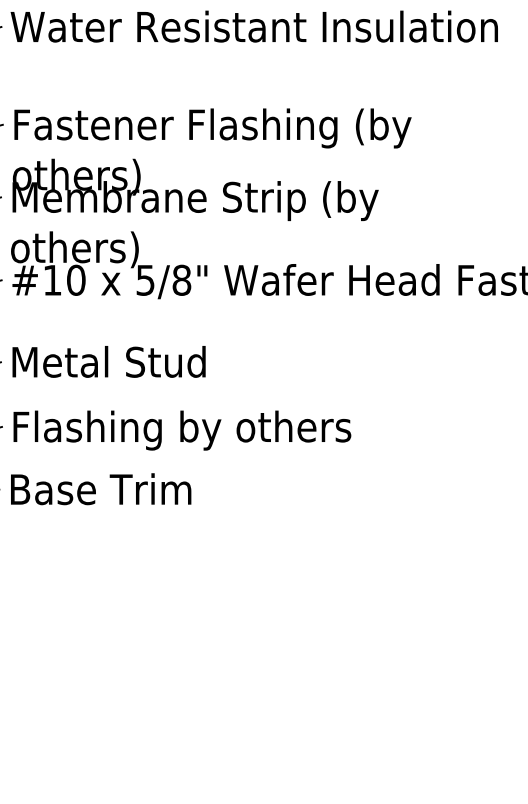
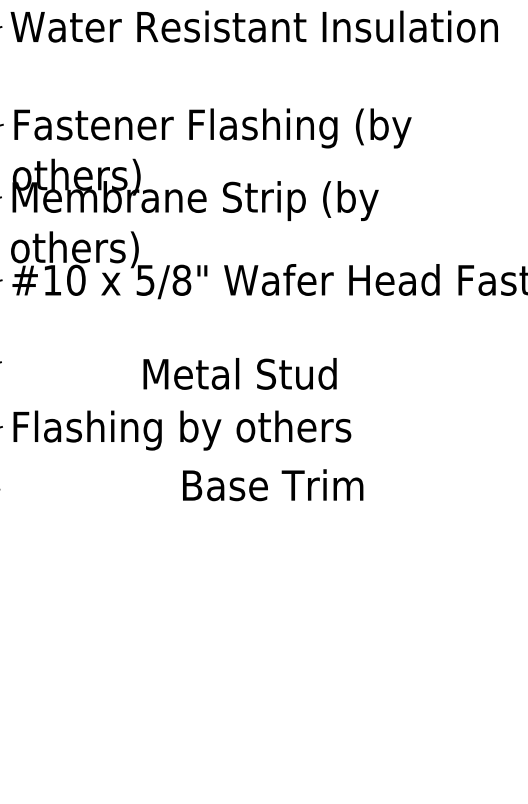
text at (108, 361) position: (108, 361) -> (239, 373)
text at (101, 489) position: (101, 489) -> (273, 485)
